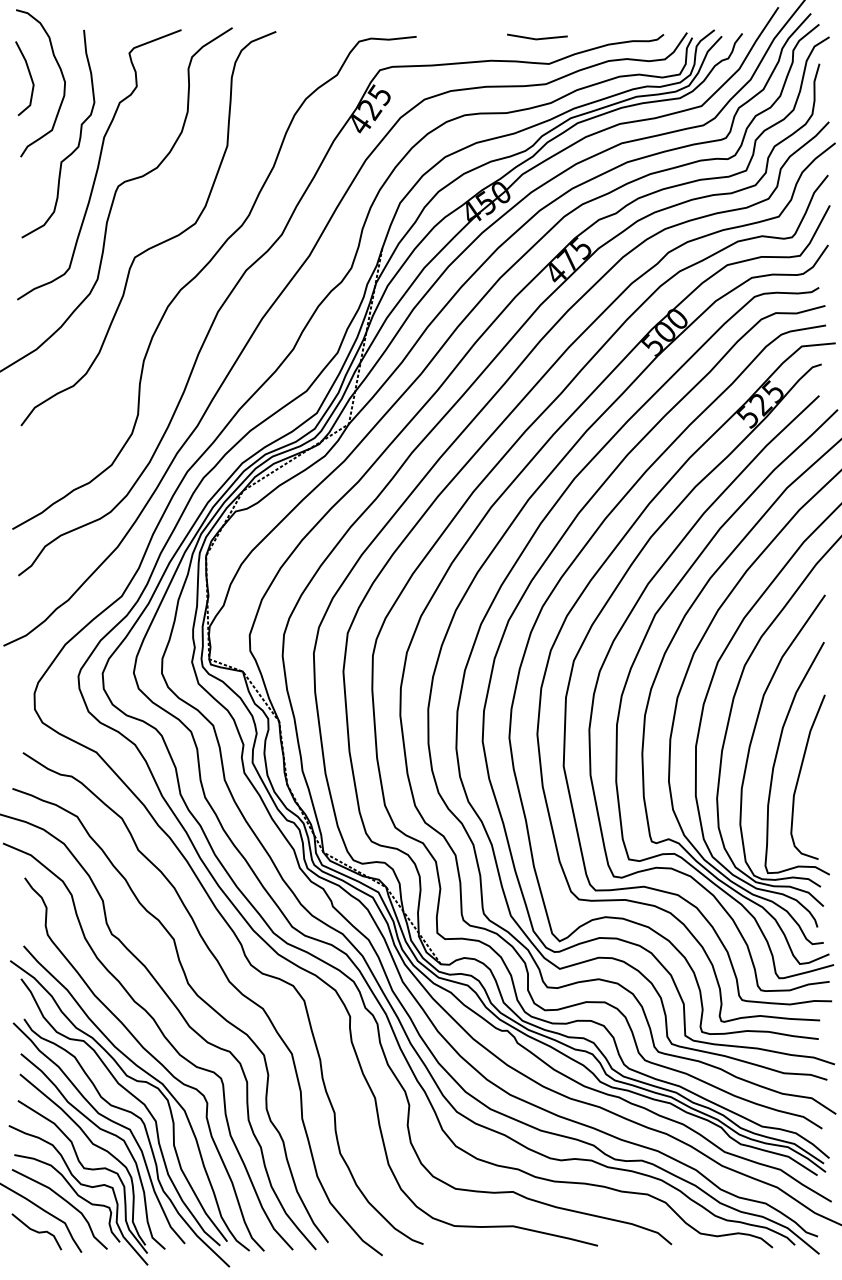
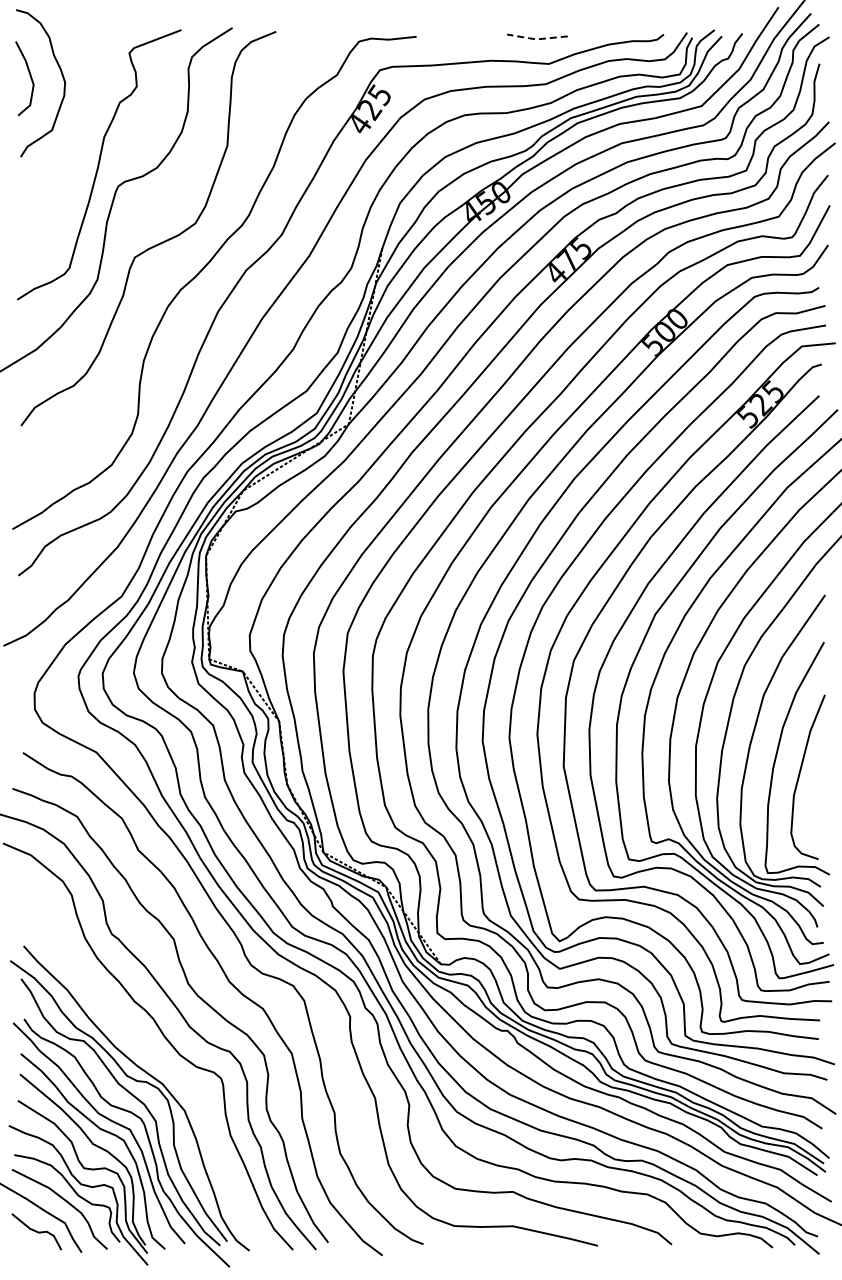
line at (536, 39): solid -> dashed
curve at (79, 133): present -> none
curve at (151, 1056): present -> none
